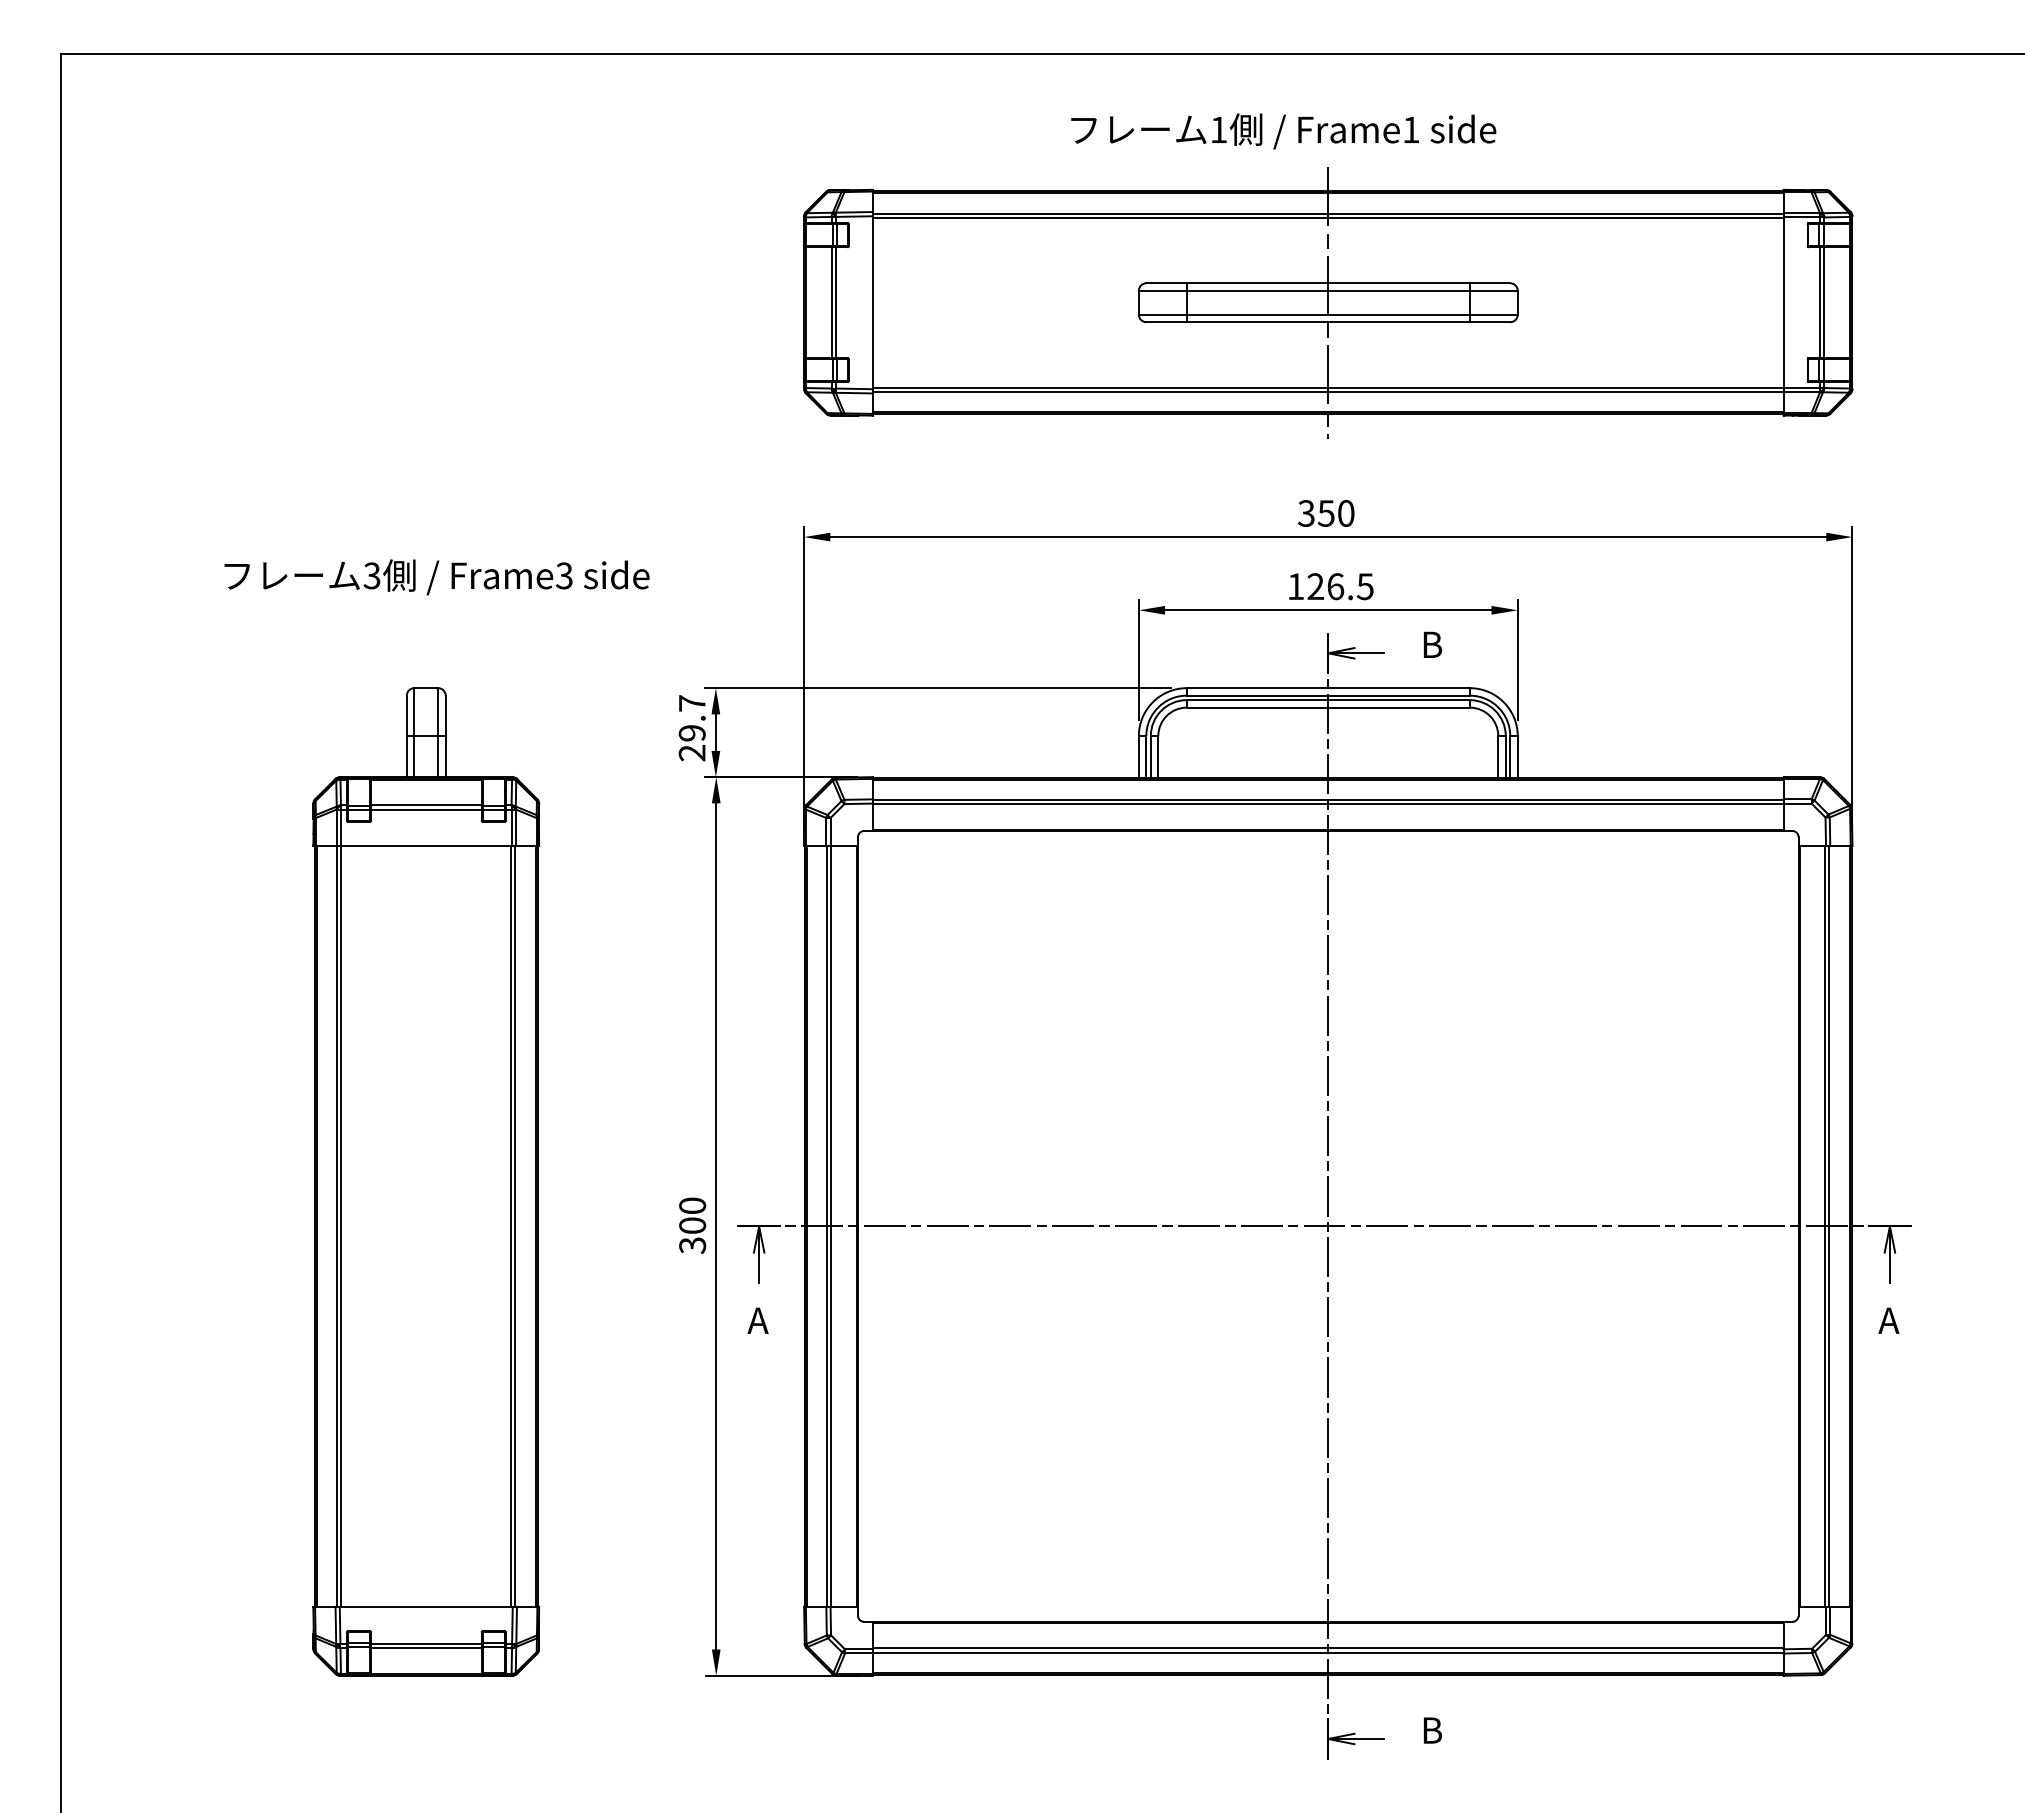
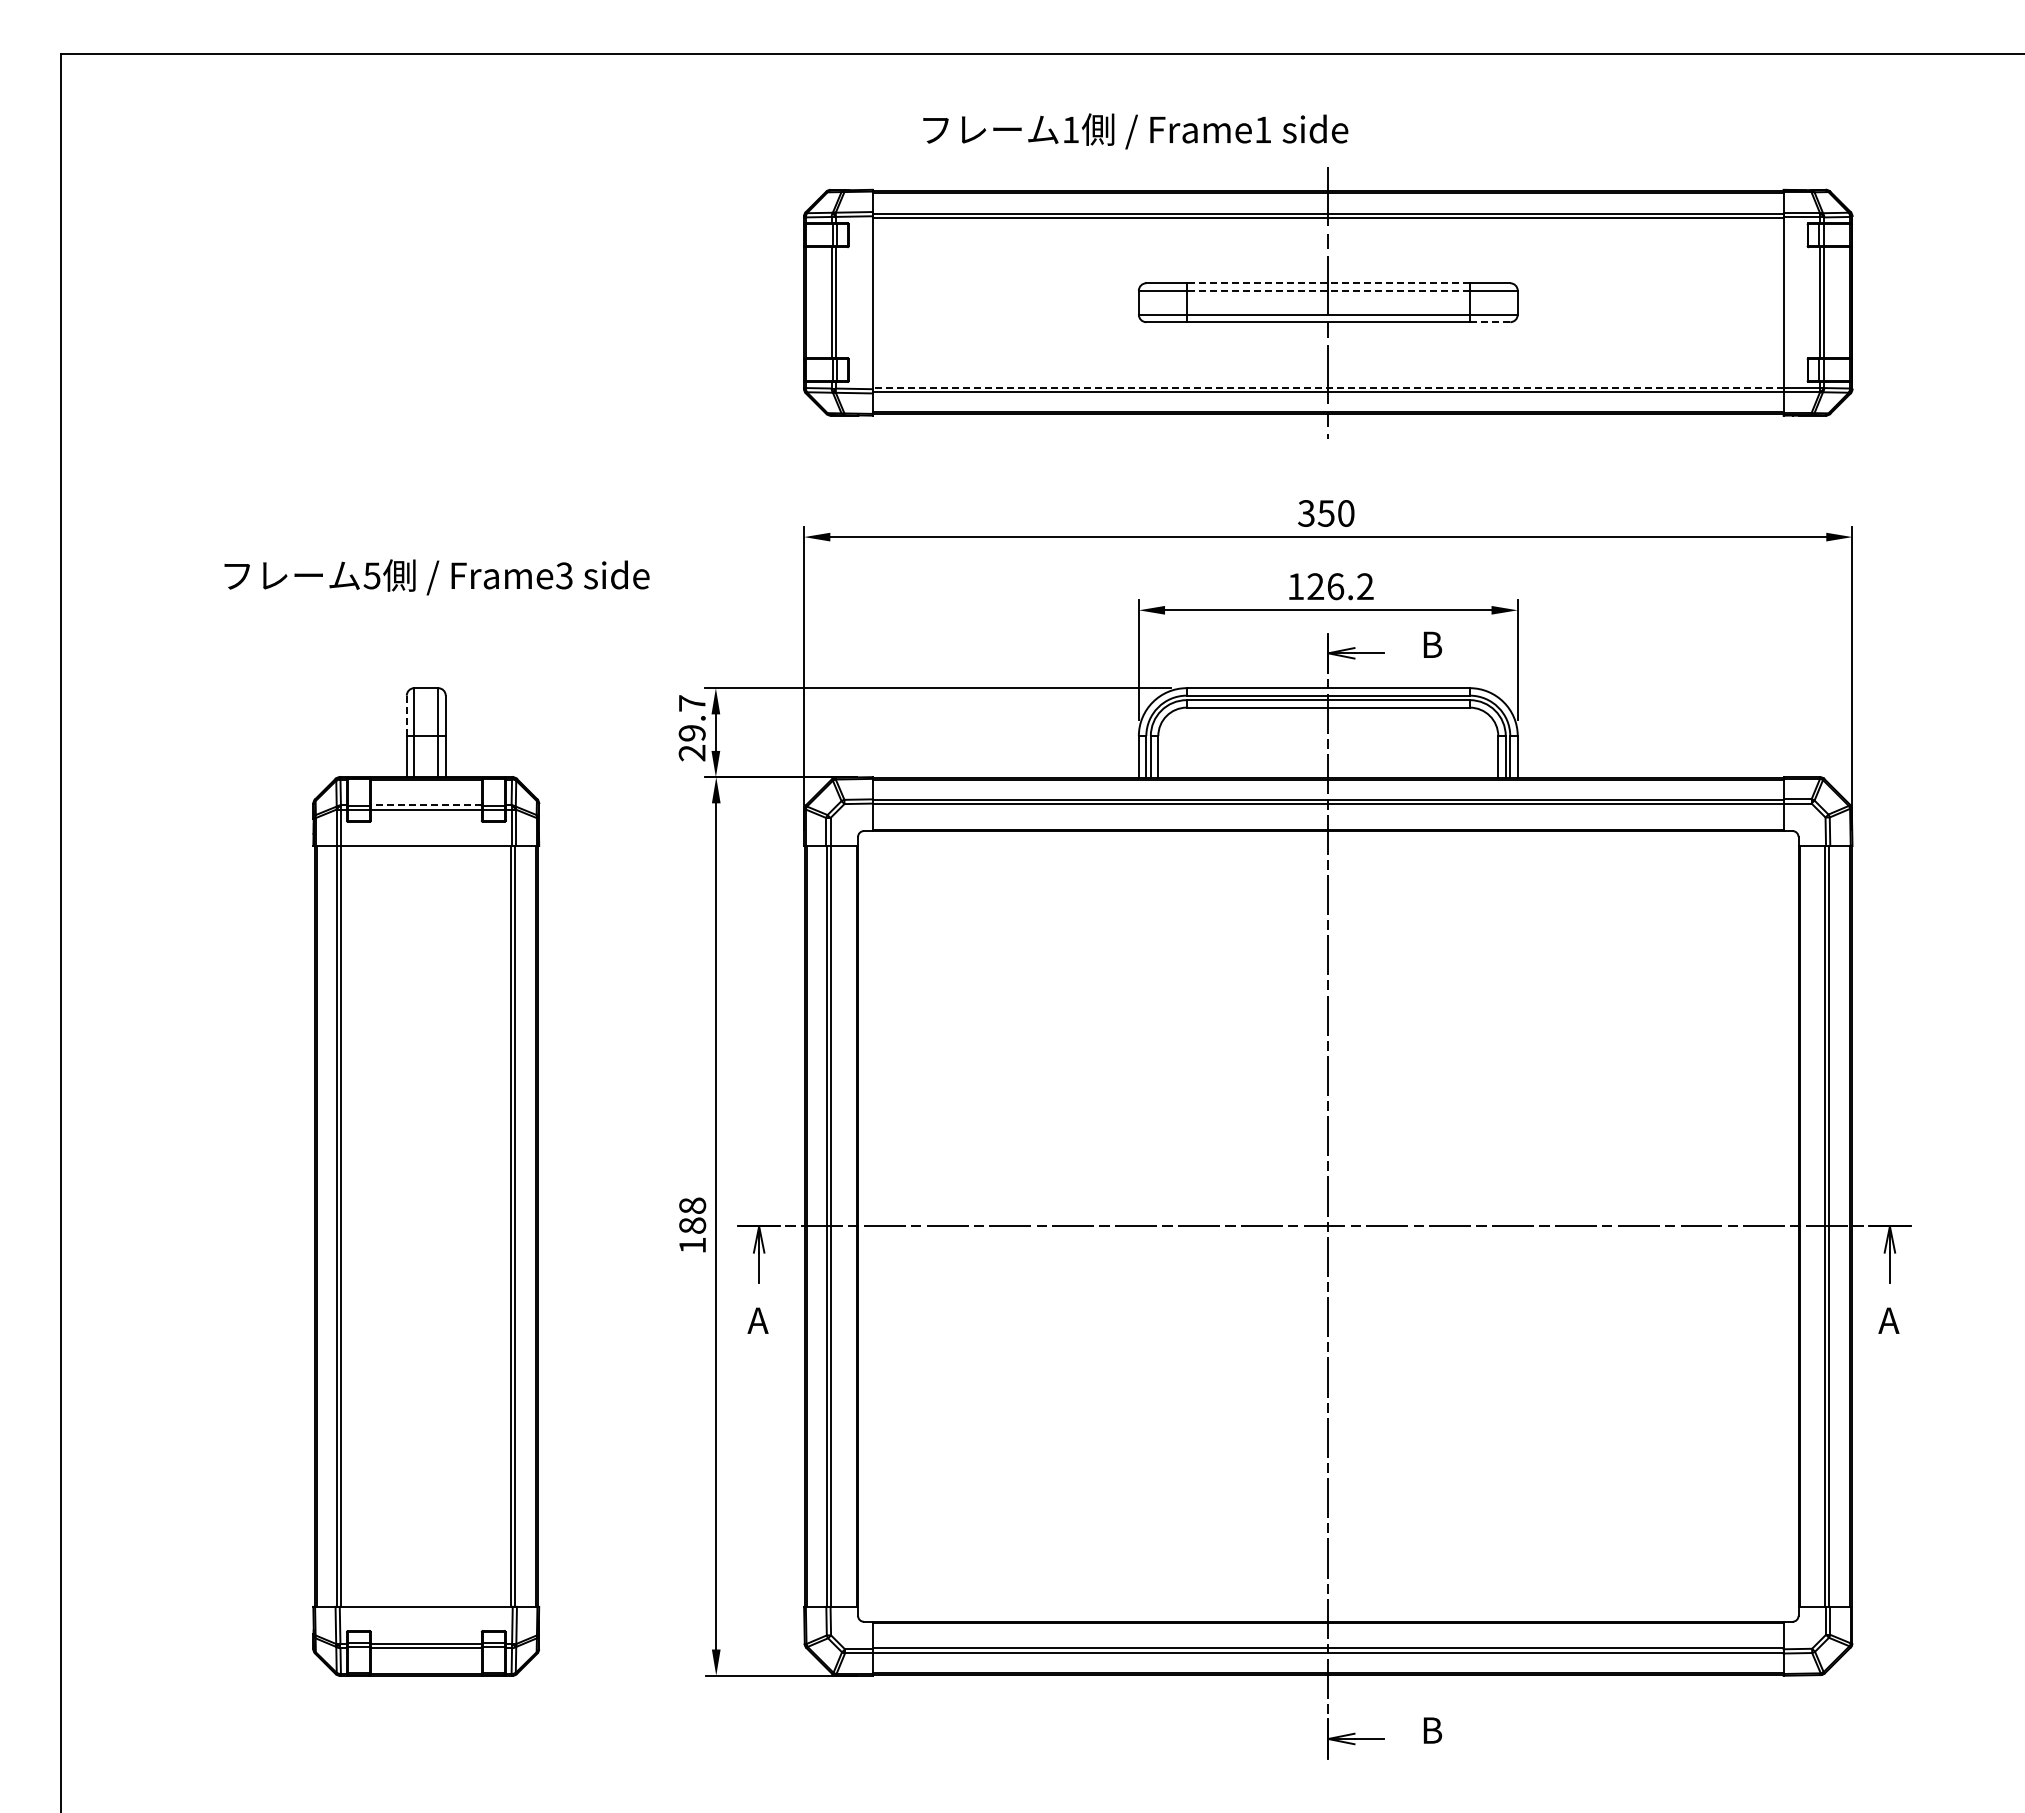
text at (1283, 131) position: (1283, 131) -> (1135, 131)
line at (1328, 283): solid -> dashed
line at (1328, 290): solid -> dashed
line at (1490, 322): solid -> dashed
line at (1327, 387): solid -> dashed
text at (372, 575): 3 -> 5
text at (1364, 586): 126.5 -> 126.2
line at (406, 715): solid -> dashed
line at (425, 805): solid -> dashed
text at (692, 1225): 300 -> 188
